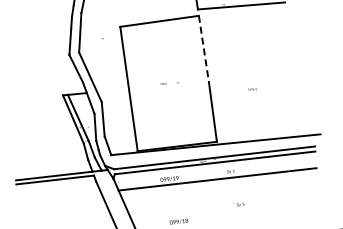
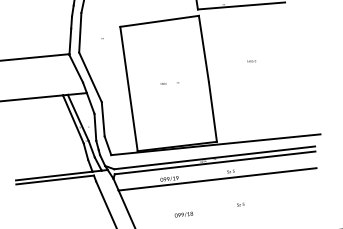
line at (203, 49): dashed -> solid
line at (35, 57): none -> present
text at (252, 89) position: (252, 89) -> (251, 61)
line at (32, 98): none -> present
text at (178, 221) position: (178, 221) -> (183, 214)
